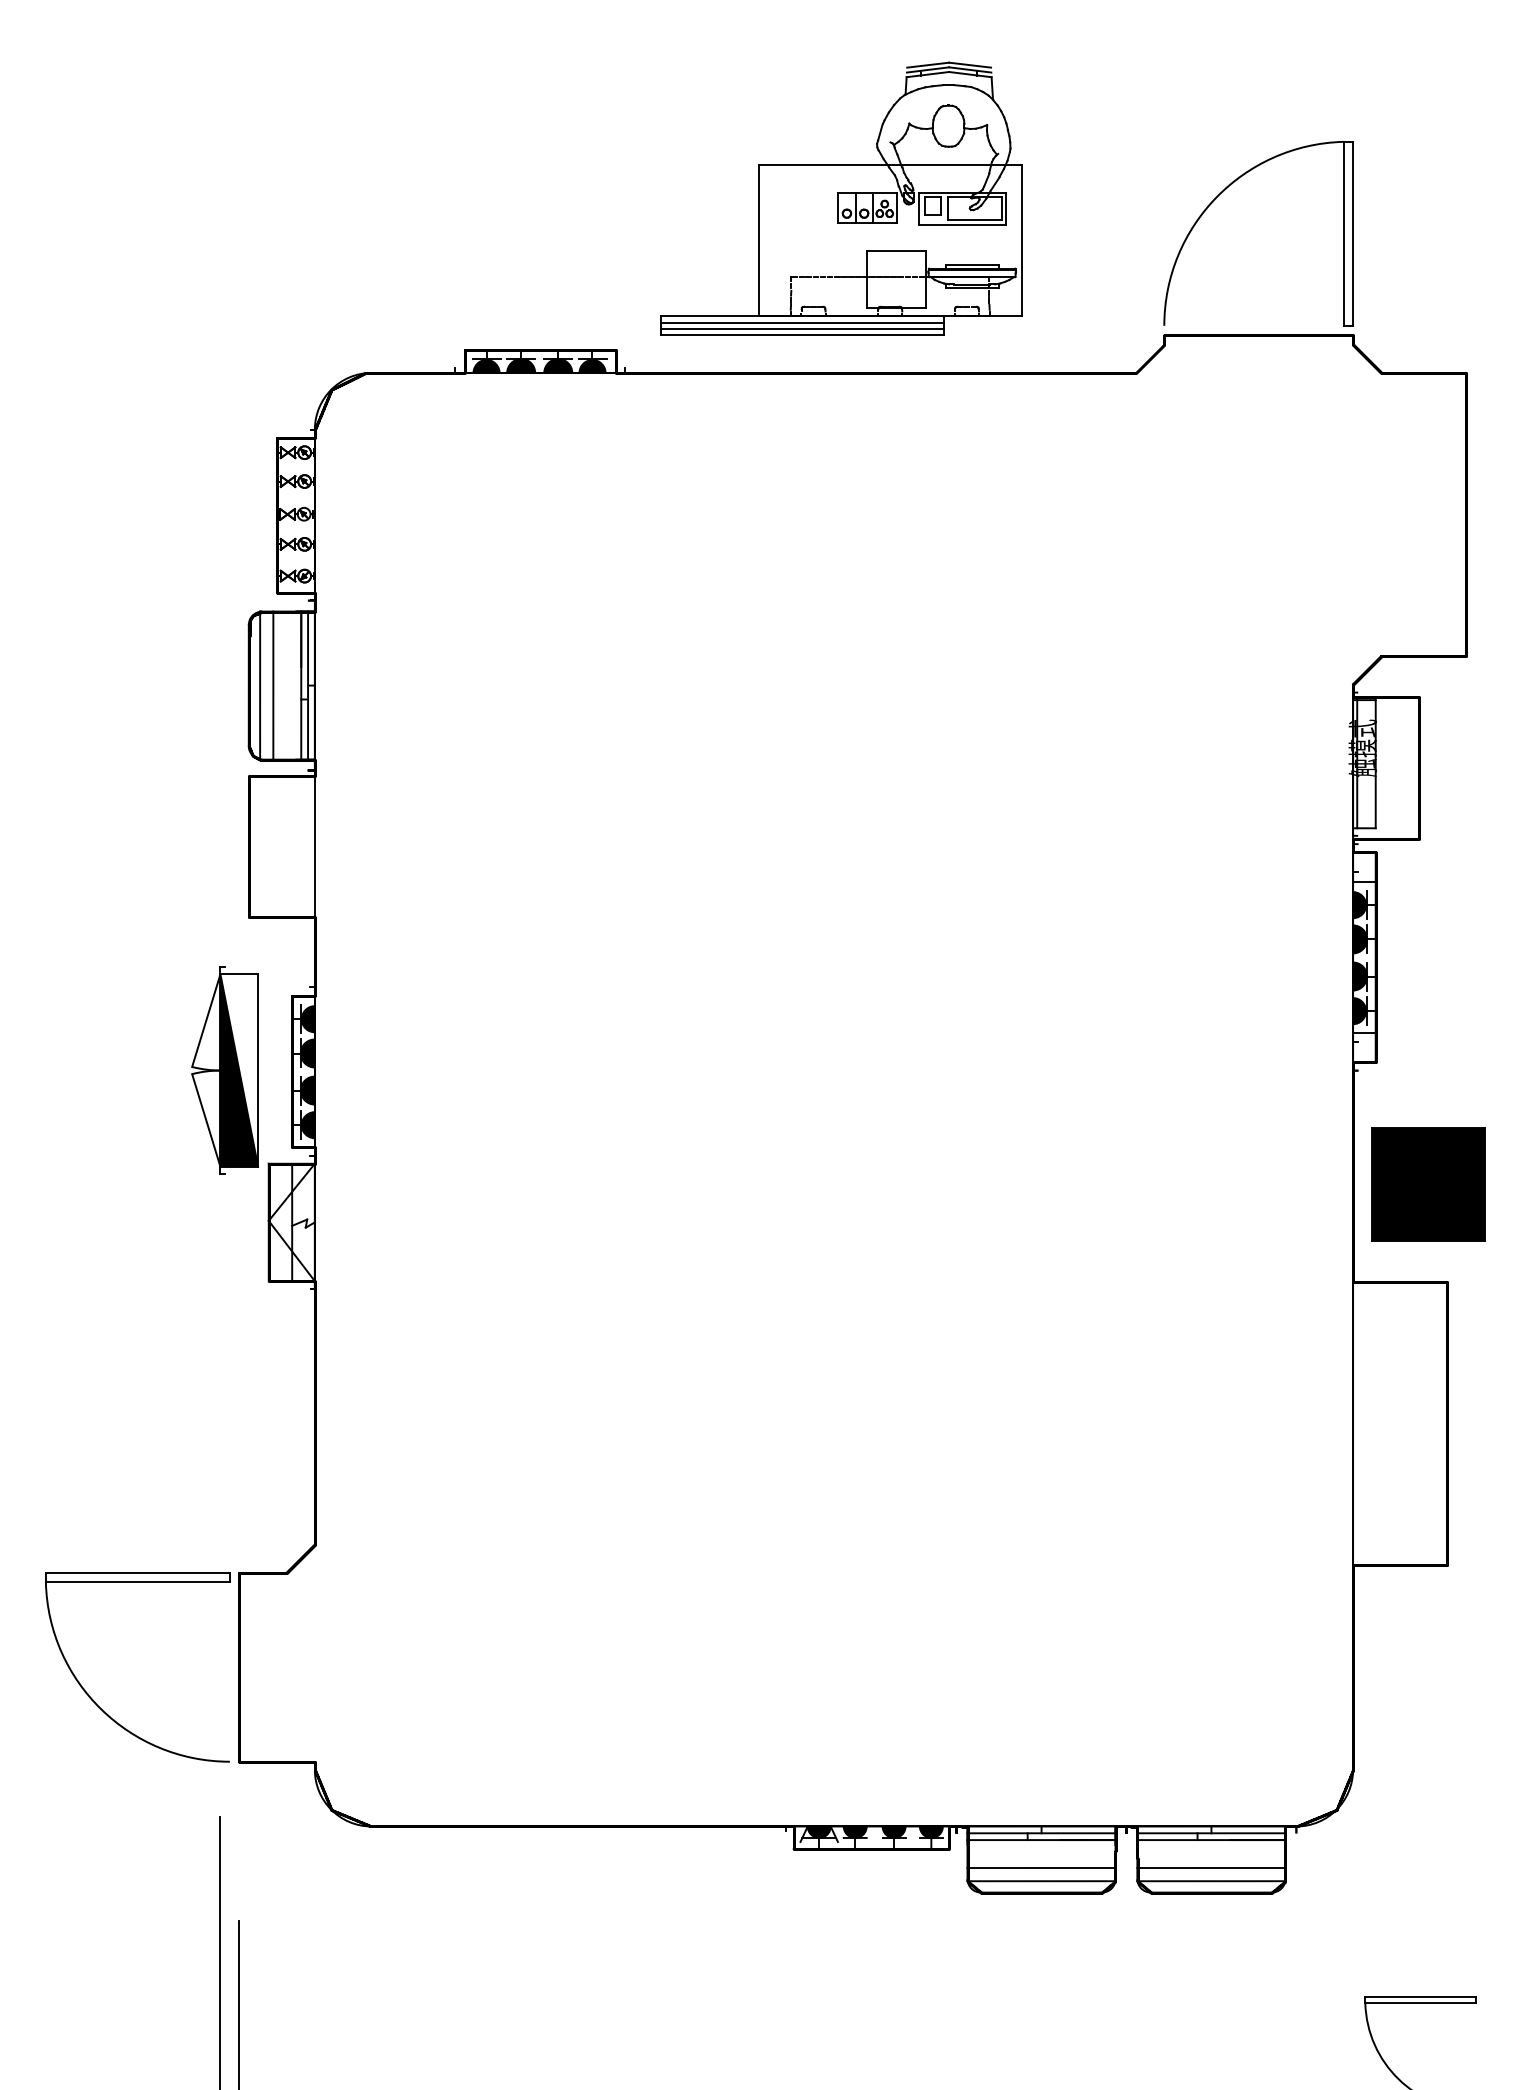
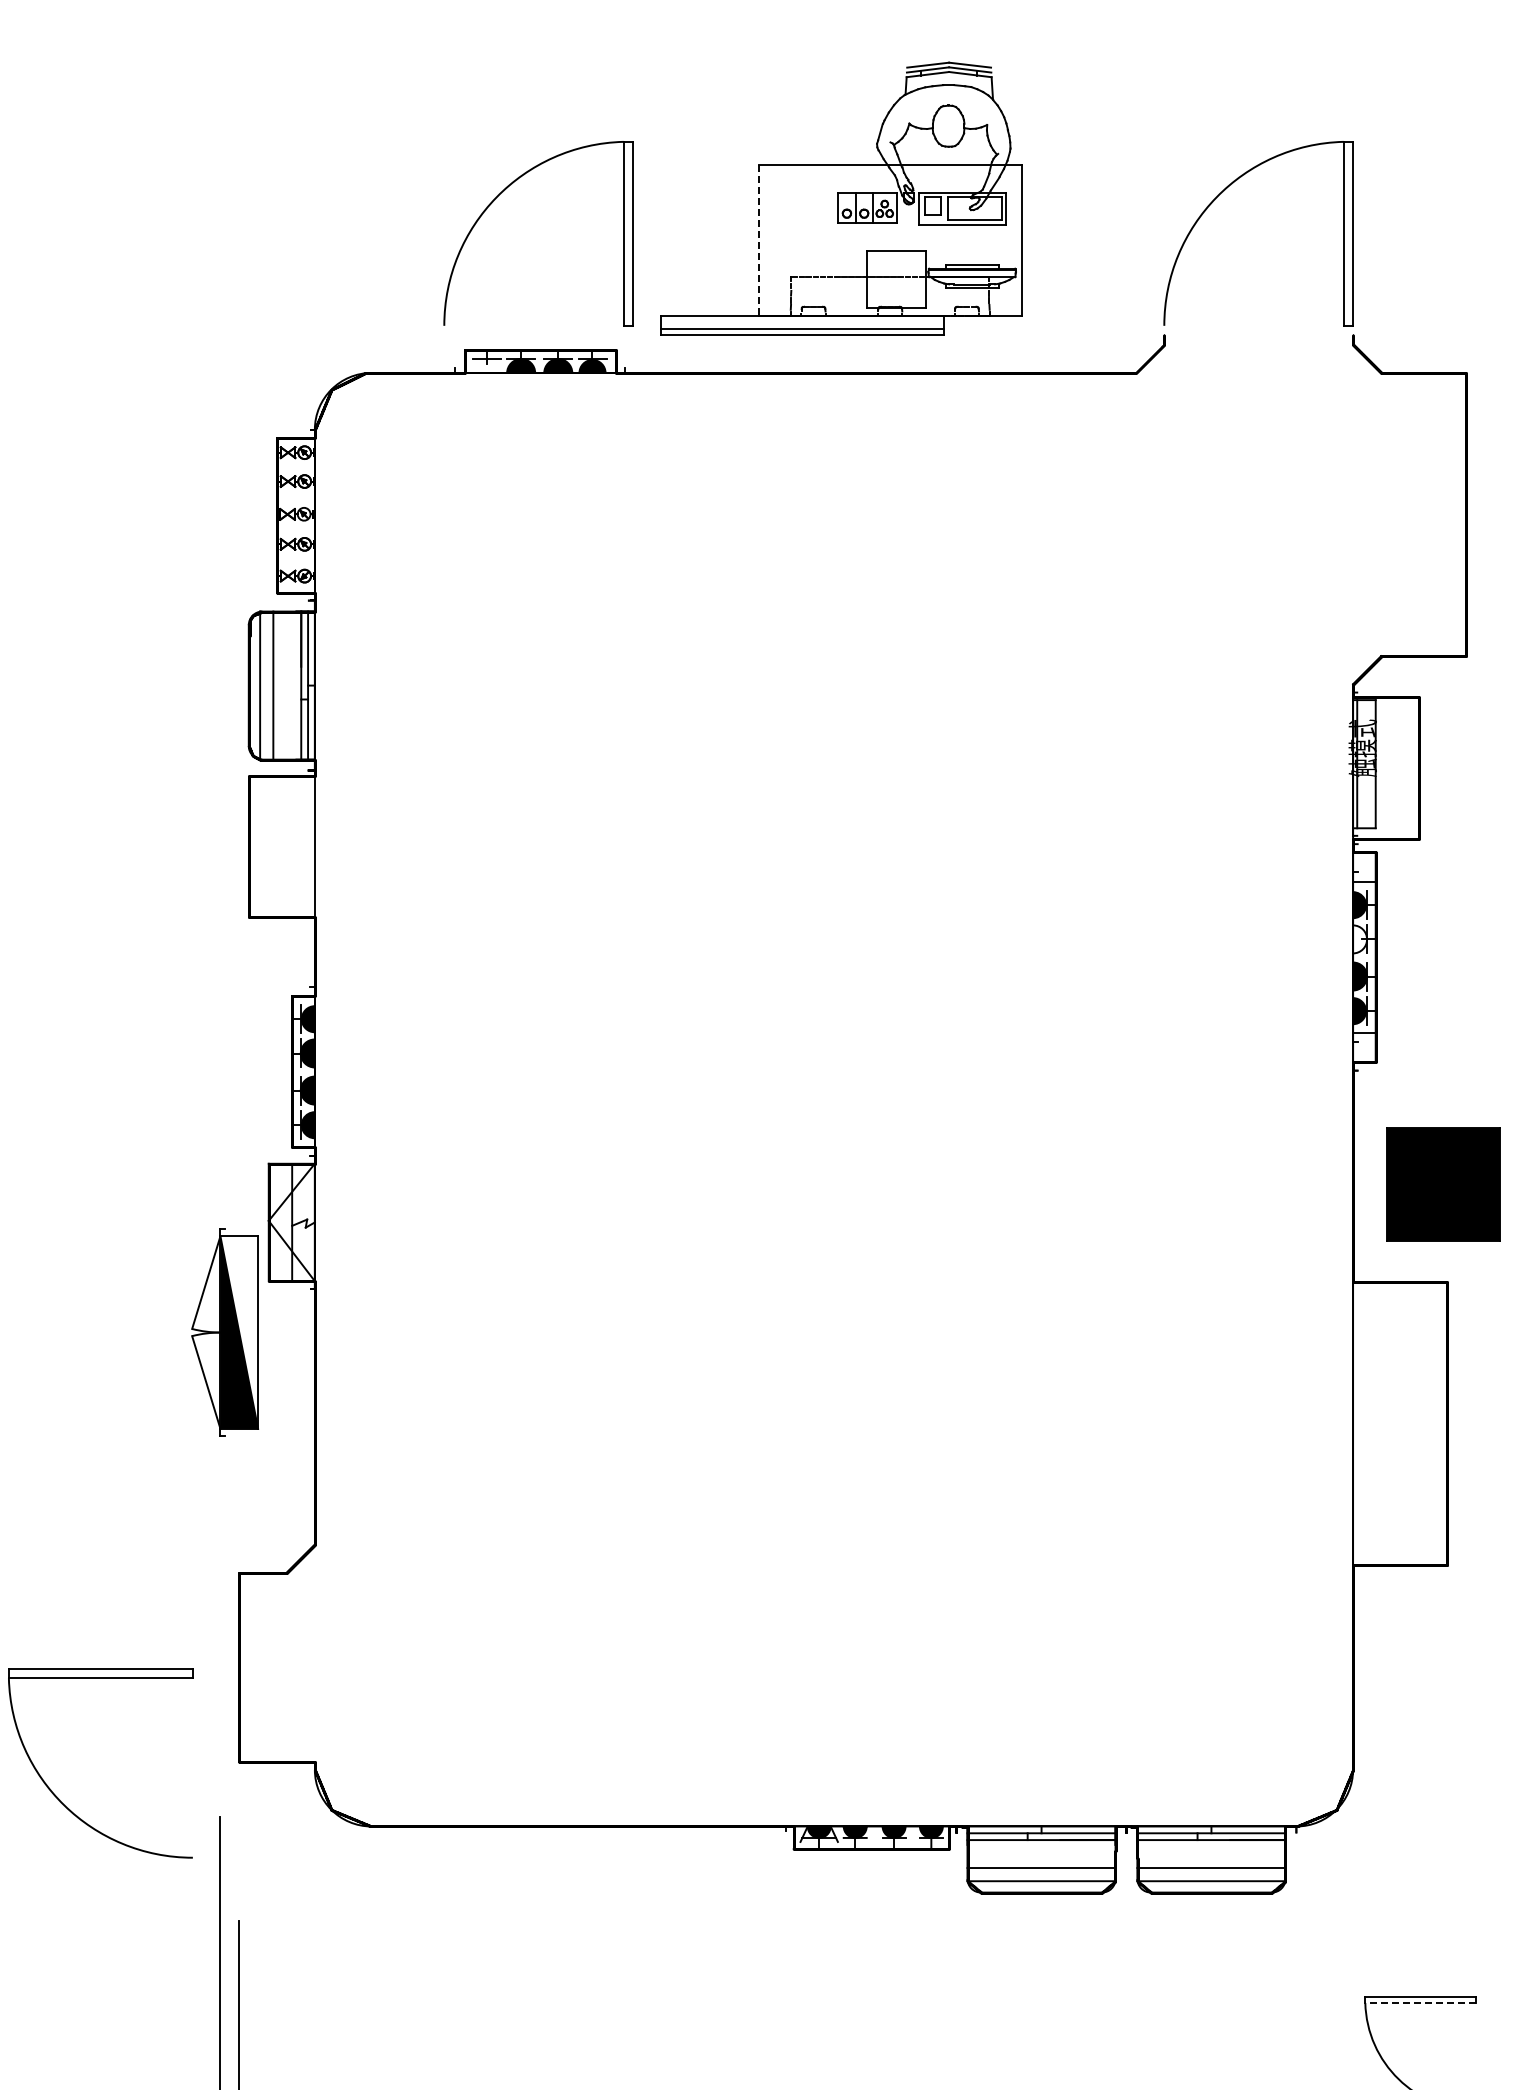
part at (504, 191): none -> present
line at (758, 240): solid -> dashed
line at (802, 322): present -> none
line at (1258, 335): present -> none
fill at (486, 366): present -> none
fill at (1360, 939): present -> none
part at (225, 1070) position: (225, 1070) -> (225, 1332)
part at (1428, 1184) position: (1428, 1184) -> (1443, 1184)
part at (95, 1701) position: (95, 1701) -> (58, 1797)
line at (1420, 2002): solid -> dashed
